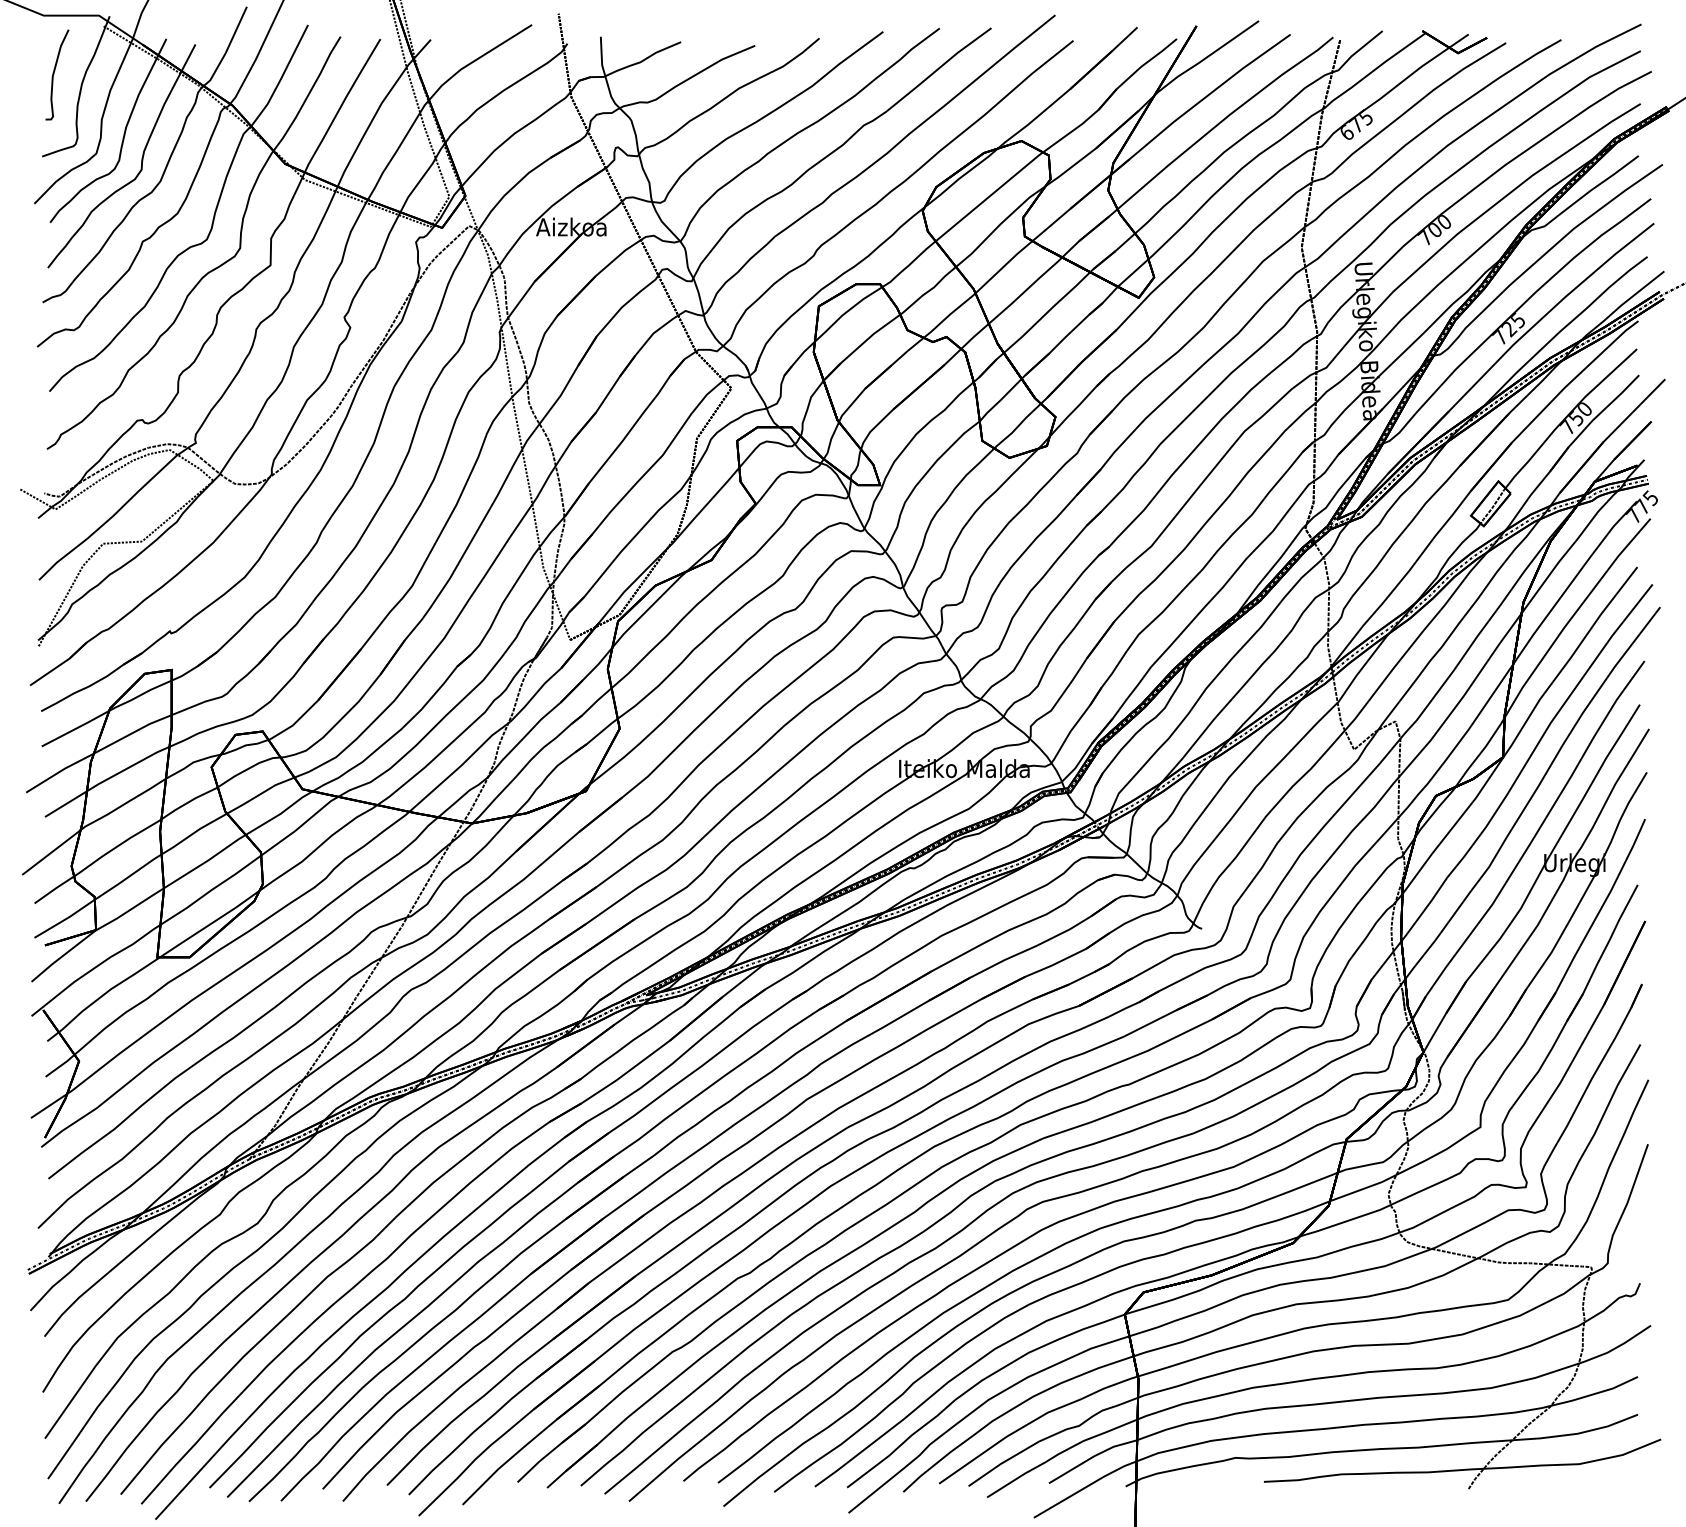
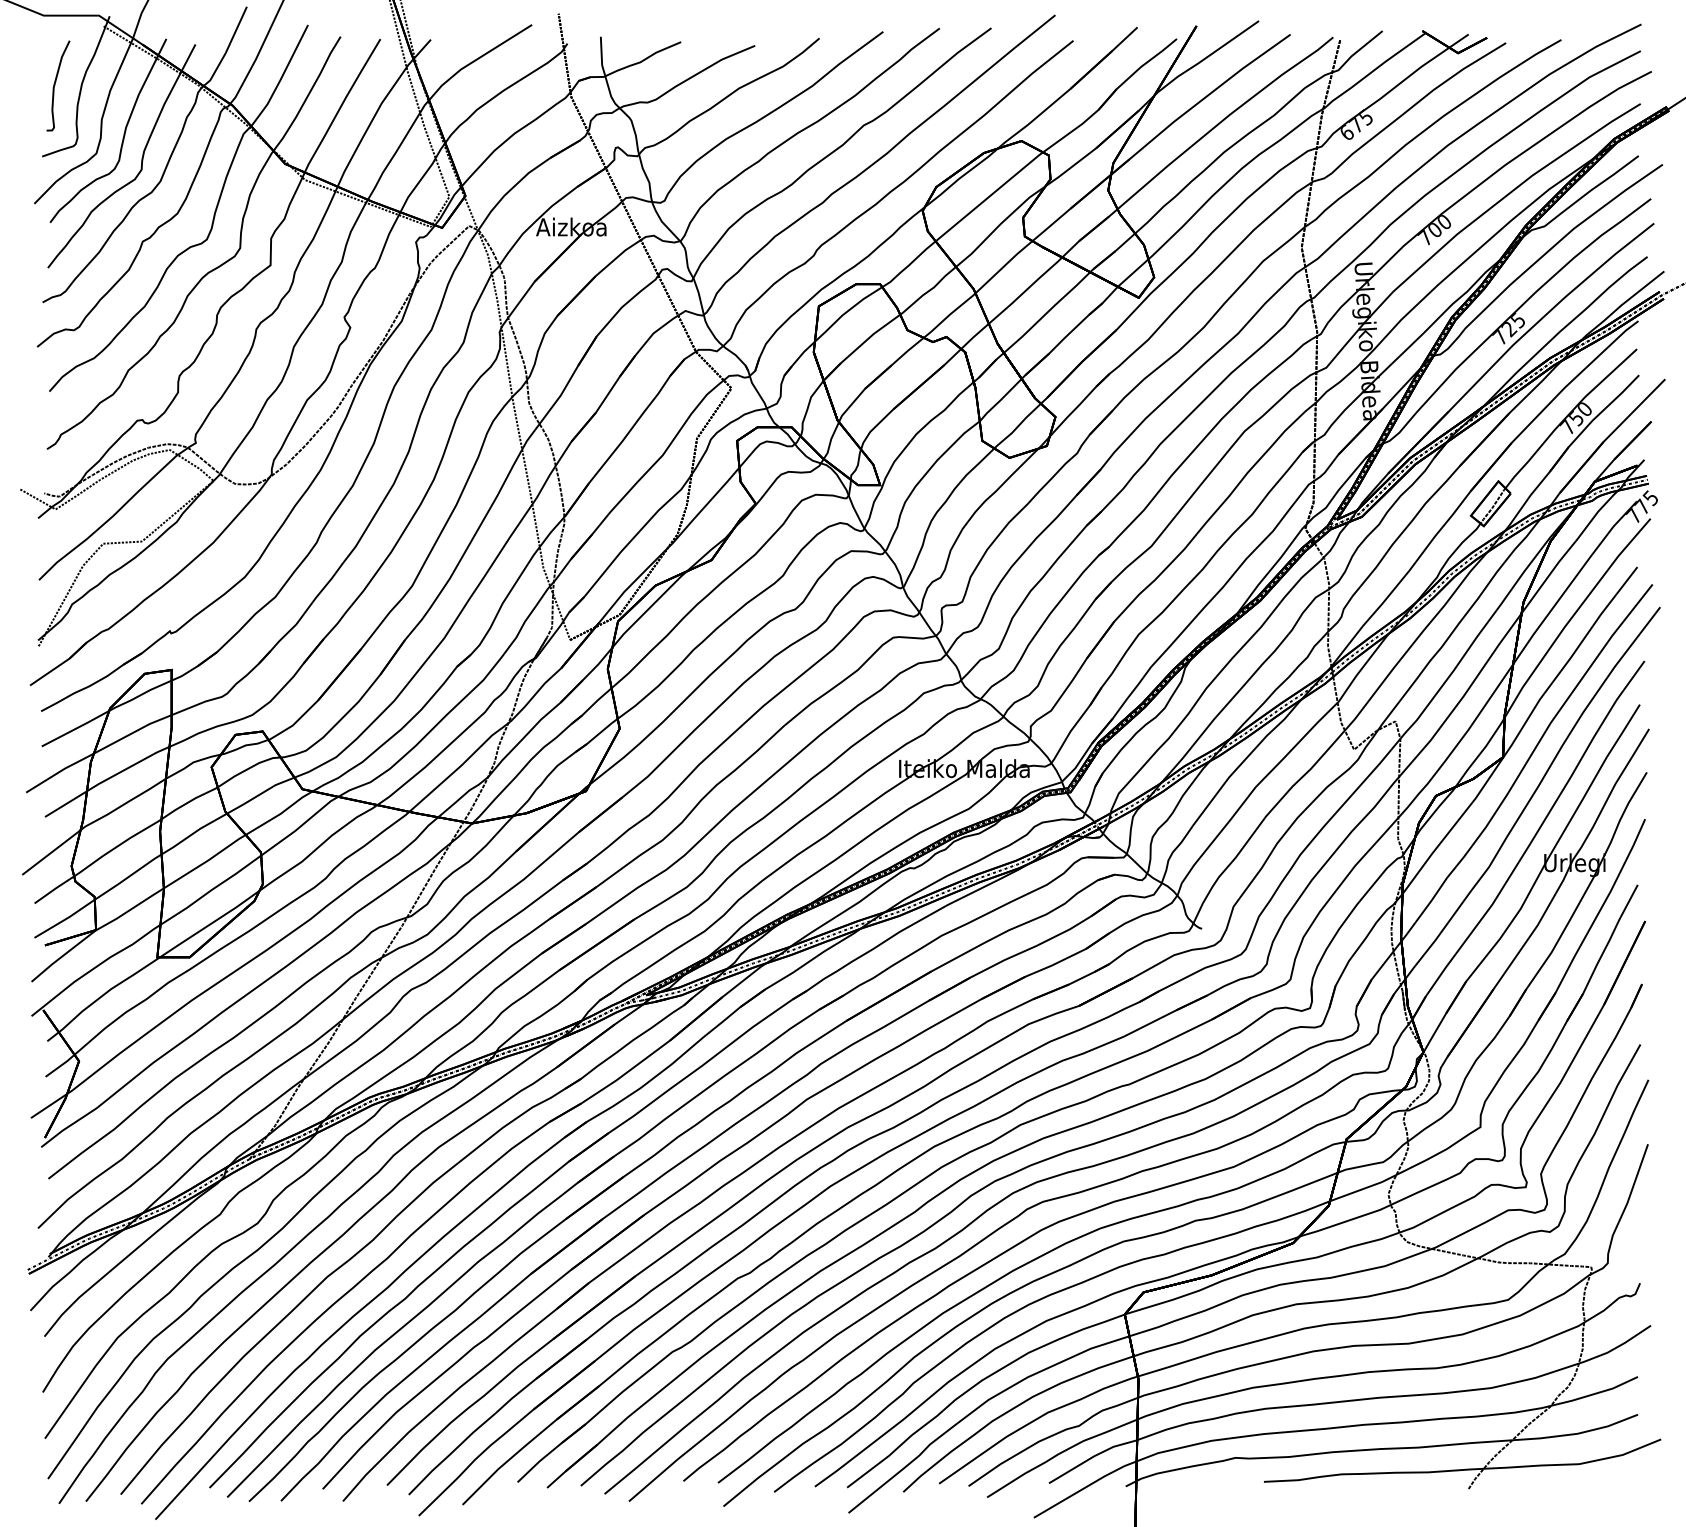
curve at (54, 74) position: (54, 74) -> (55, 85)
